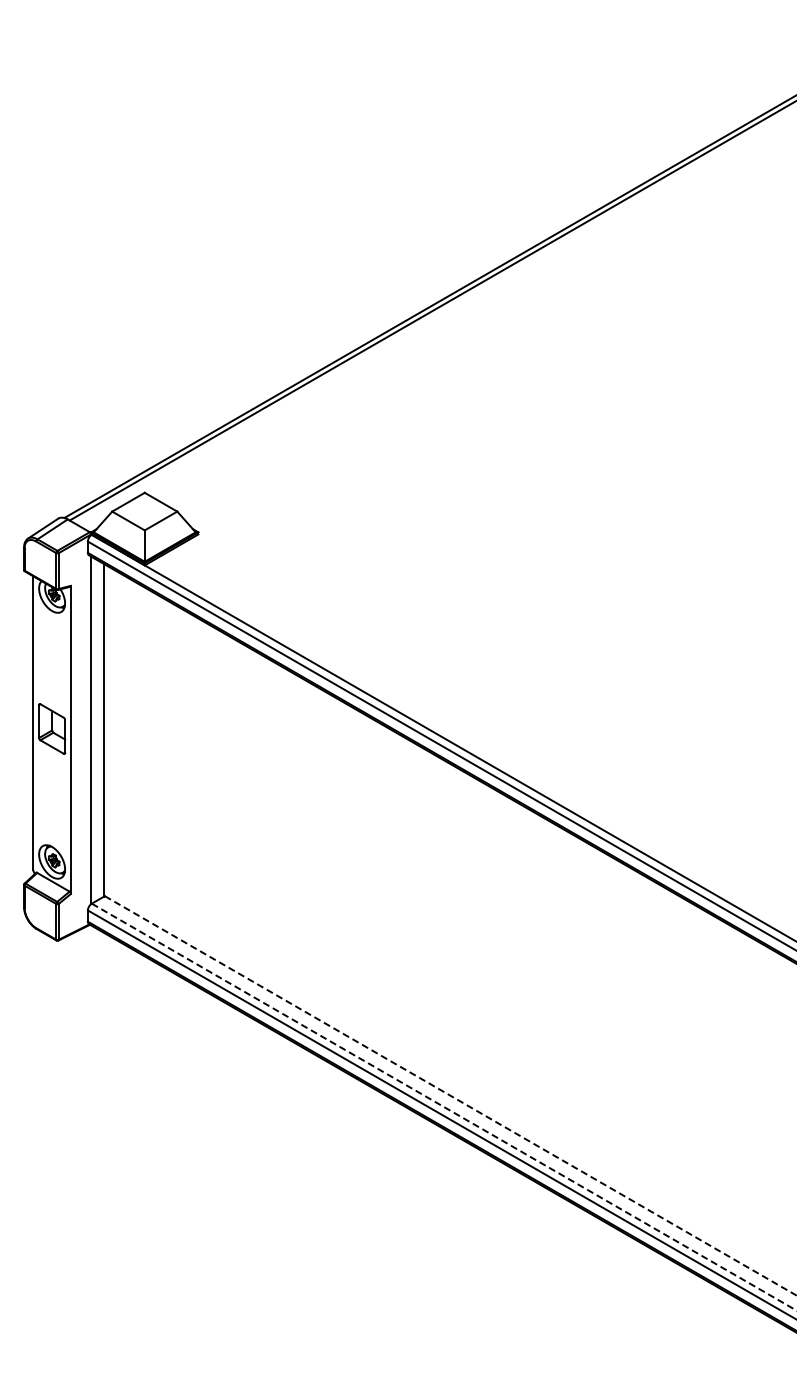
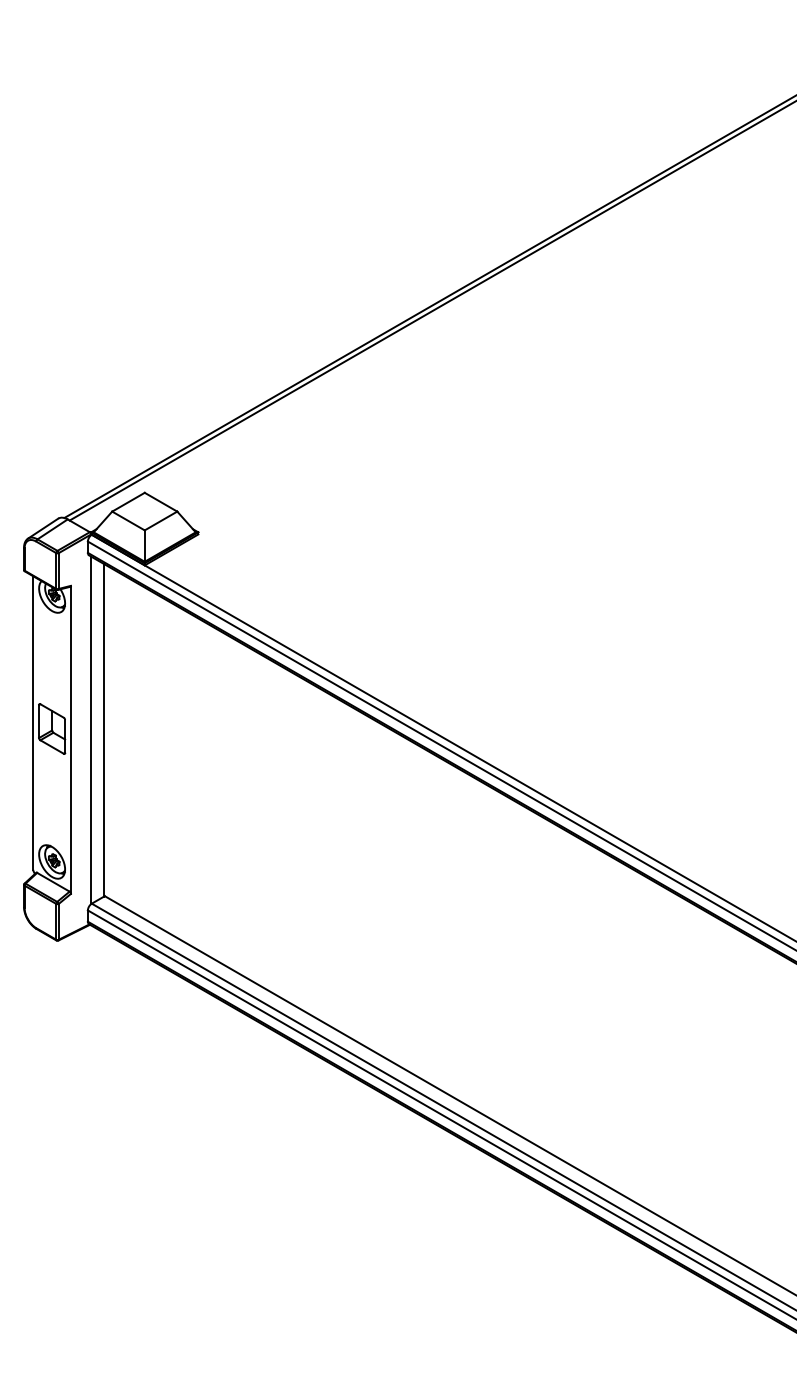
line at (451, 1096): dashed -> solid
line at (444, 1107): dashed -> solid
